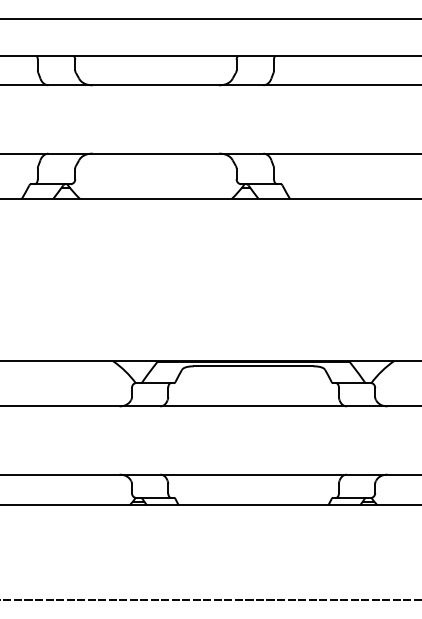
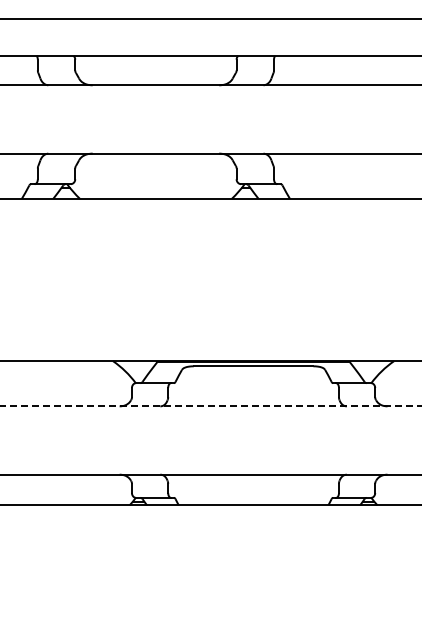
line at (210, 406): solid -> dashed
line at (210, 600): present -> none
